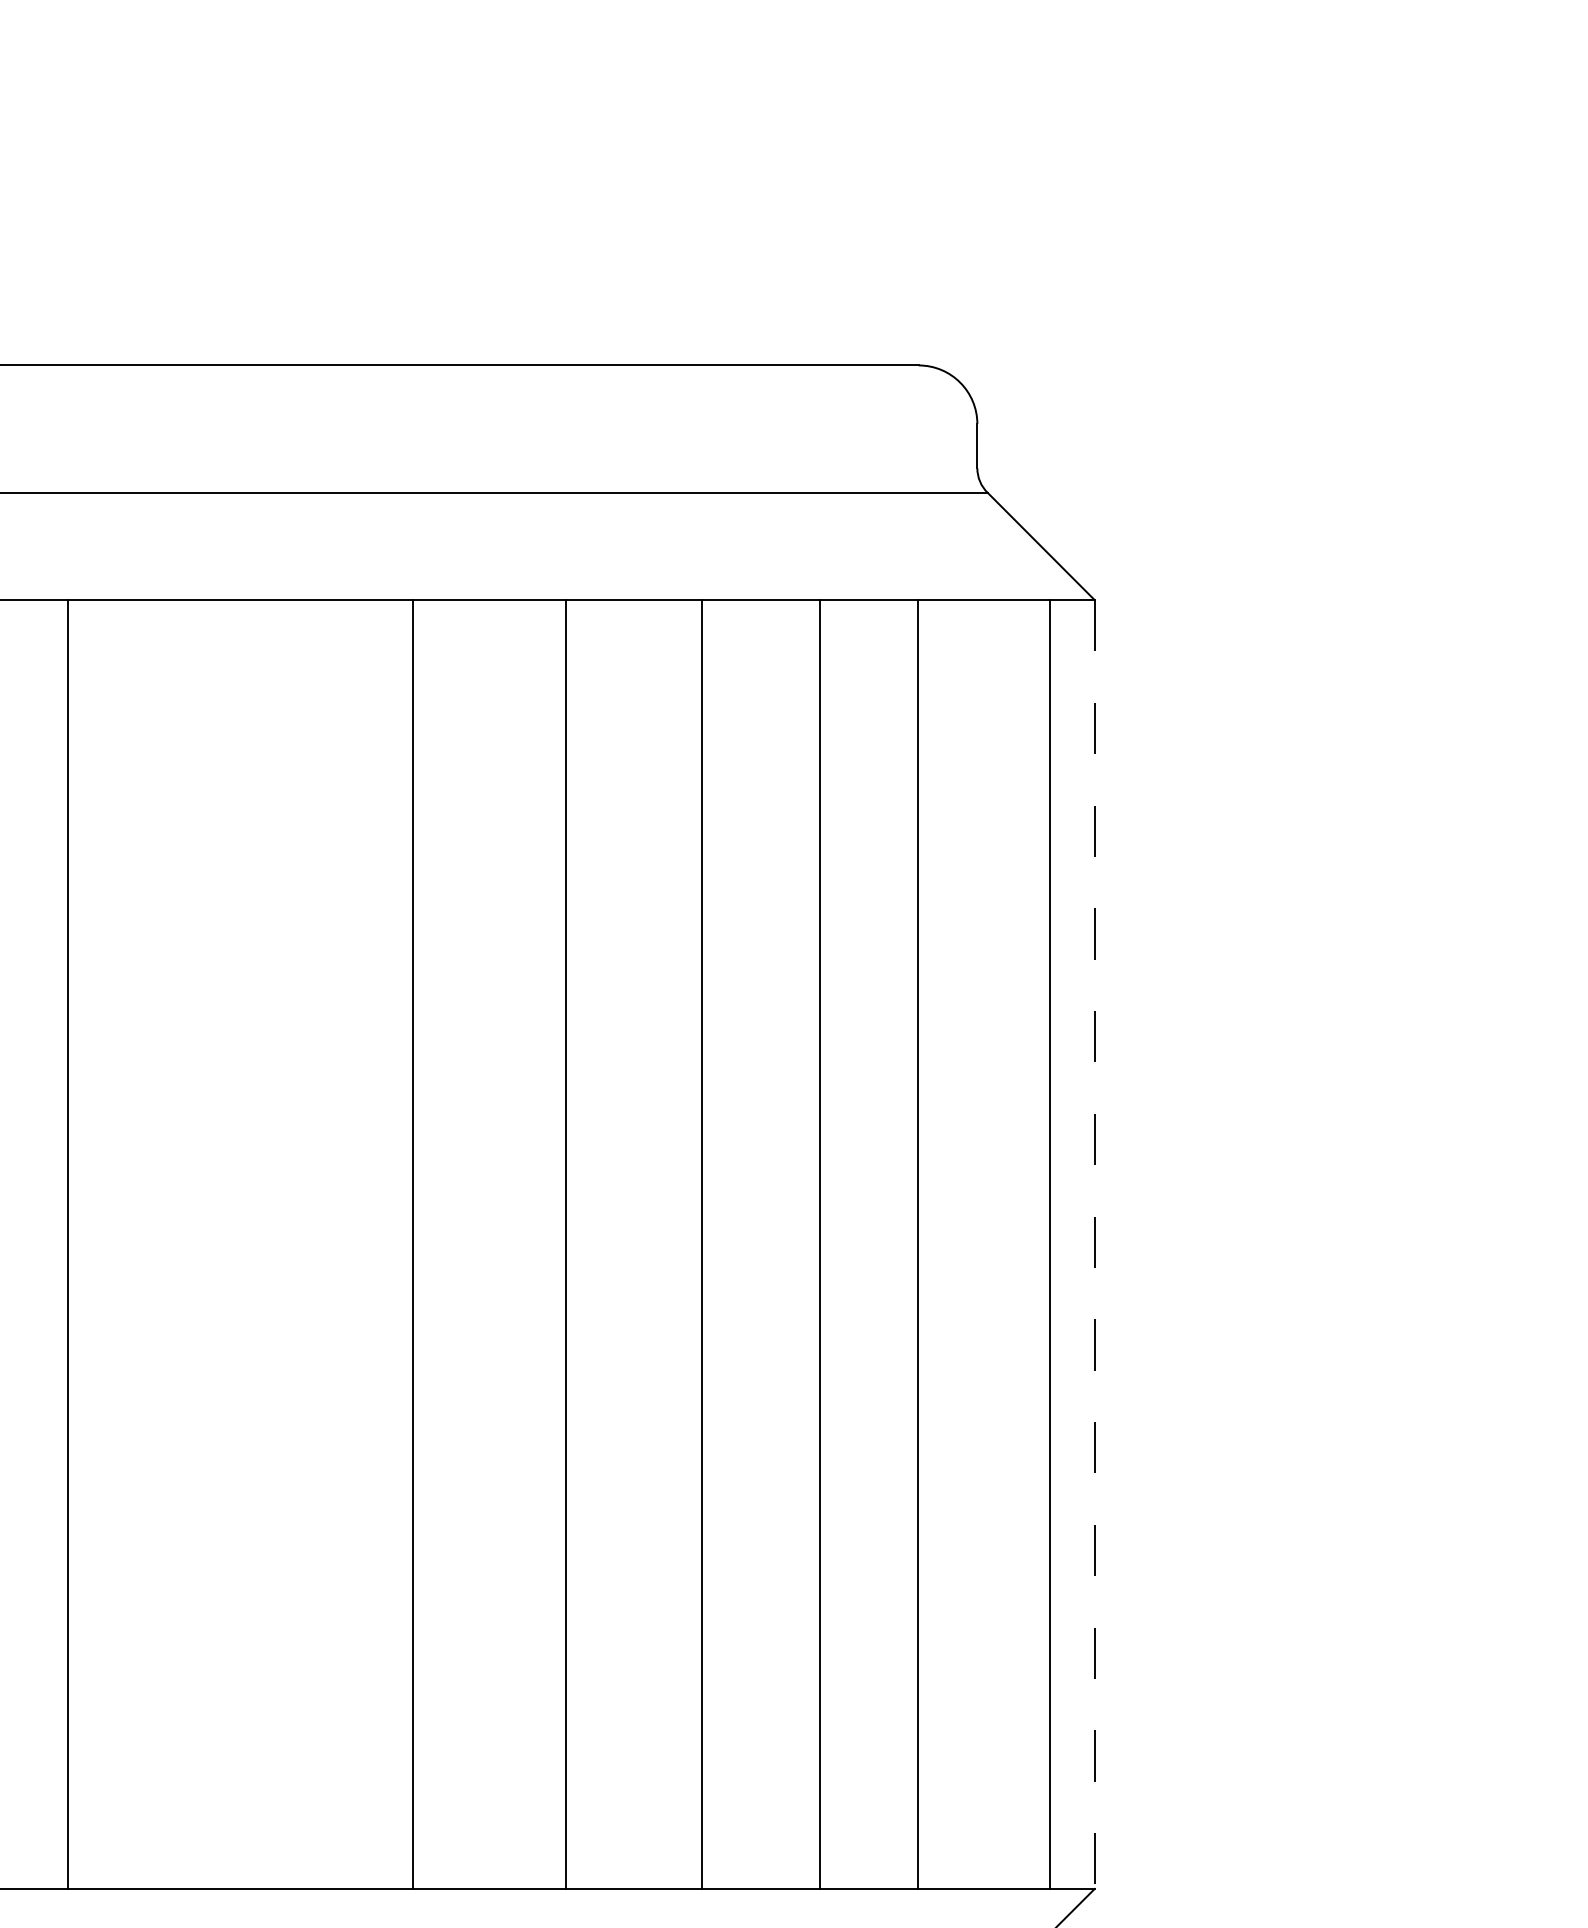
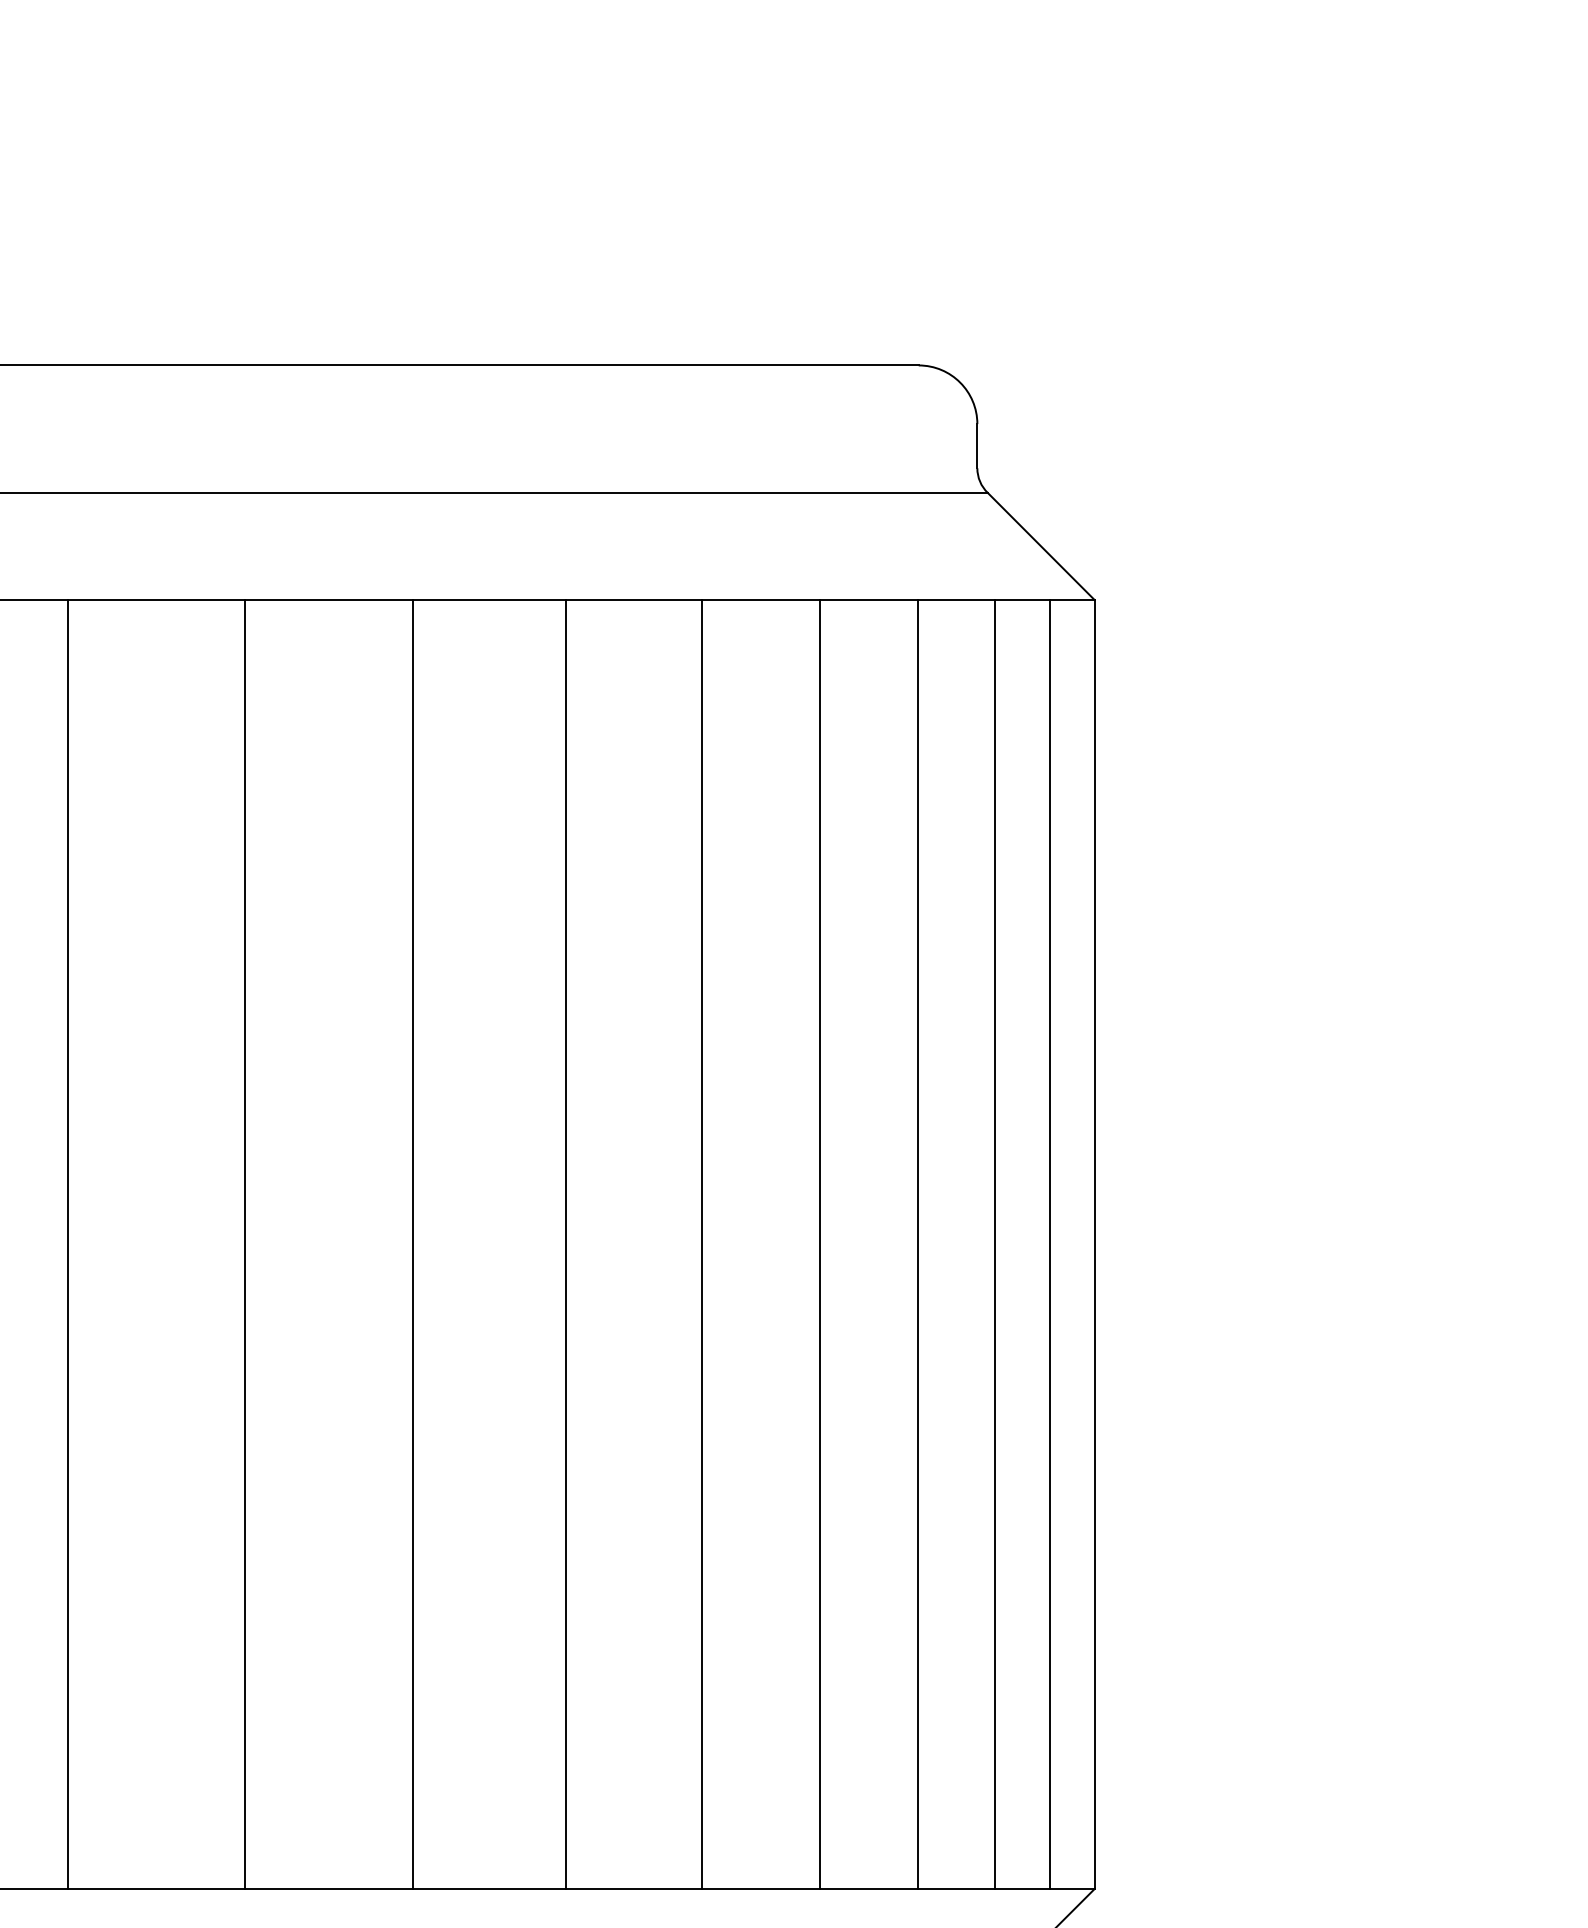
line at (244, 1244): none -> present
line at (994, 1244): none -> present
line at (1094, 1245): dashed -> solid
